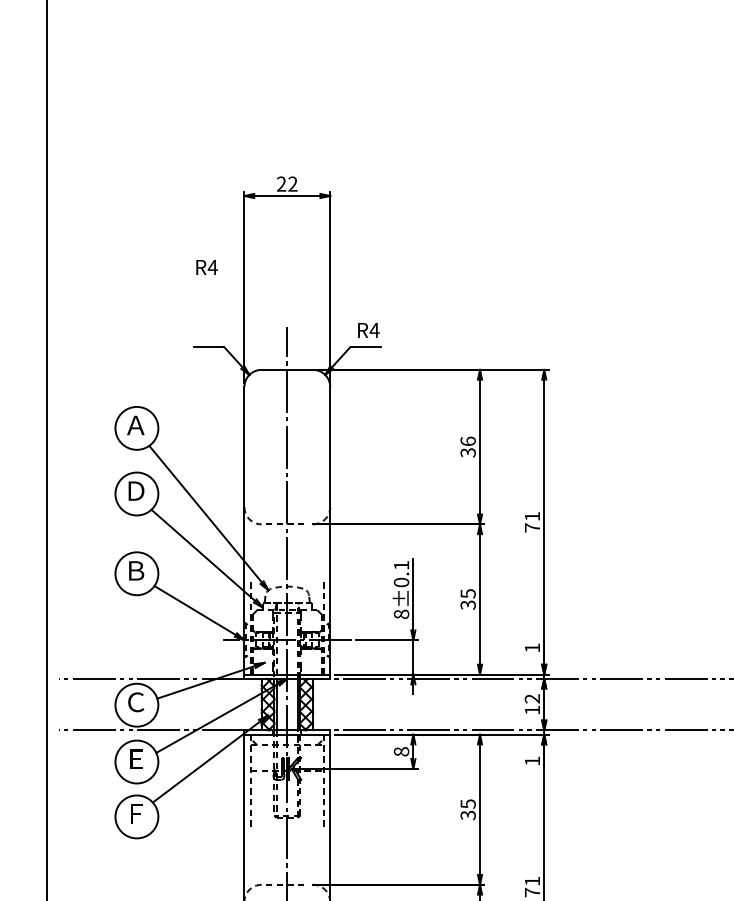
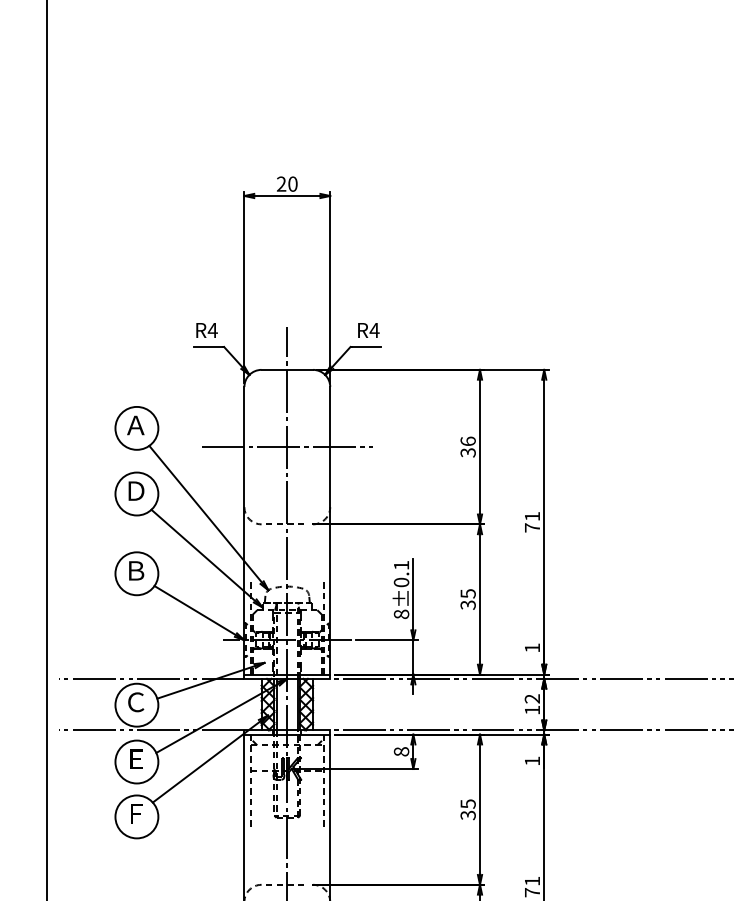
text at (292, 183): 22 -> 20
text at (206, 267) position: (206, 267) -> (206, 330)
line at (287, 447): none -> present
